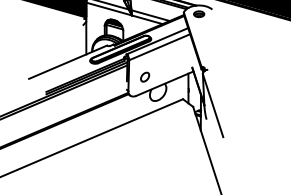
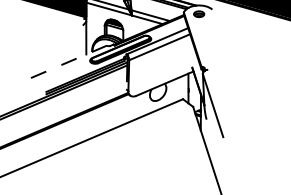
line at (67, 62): solid -> dashed
part at (145, 76): present -> none
